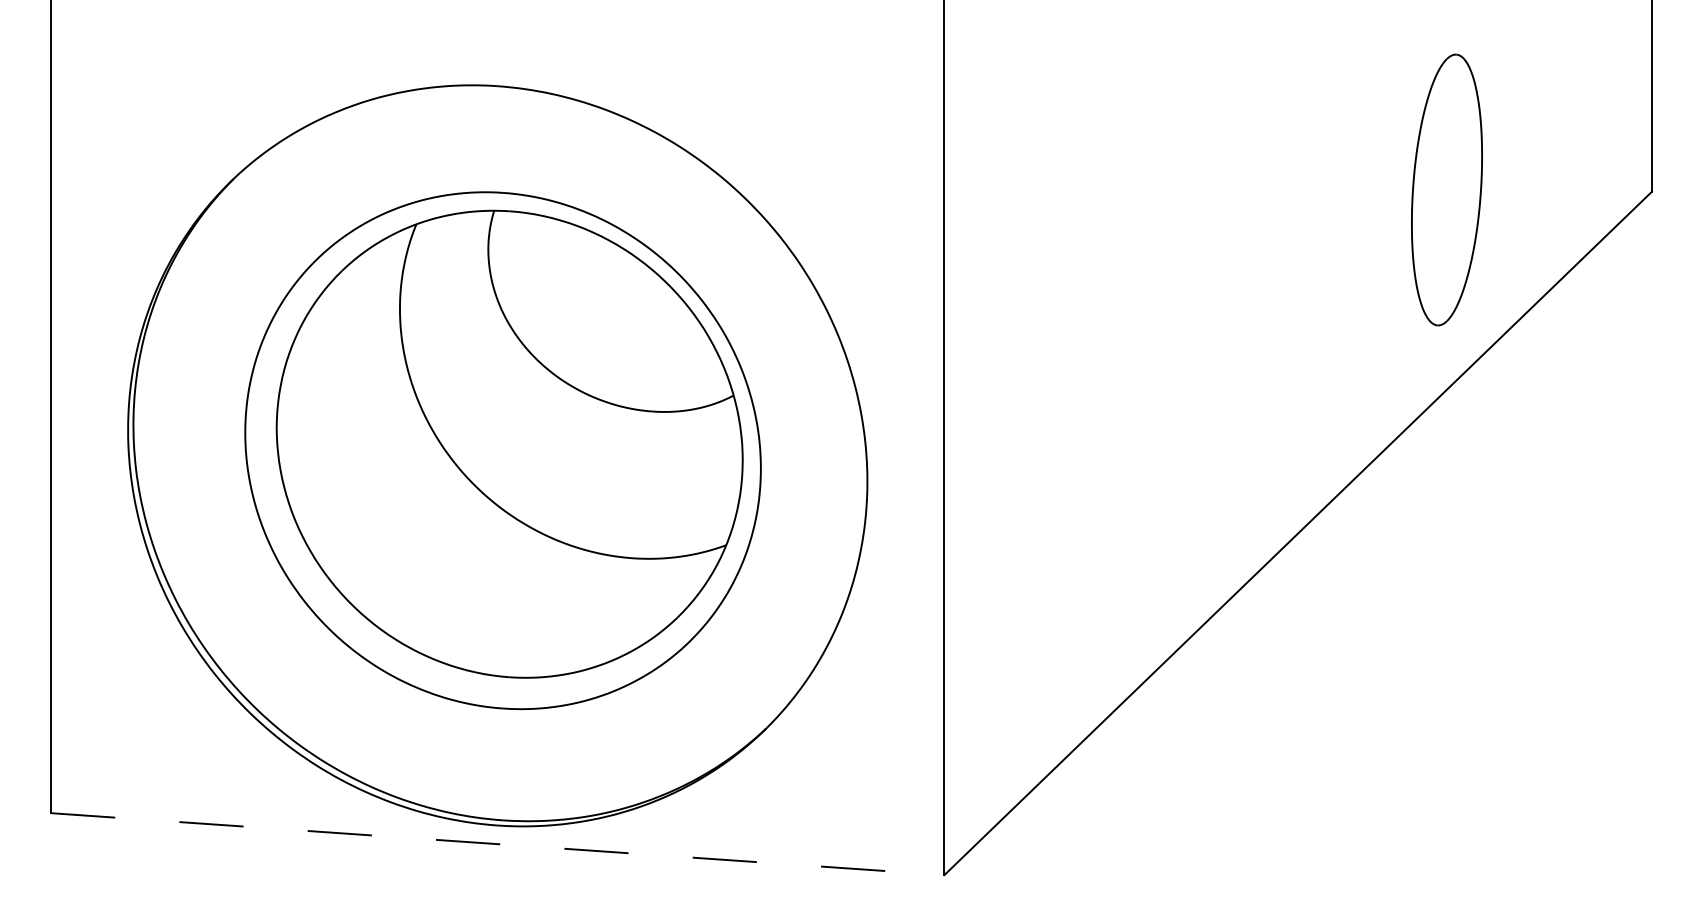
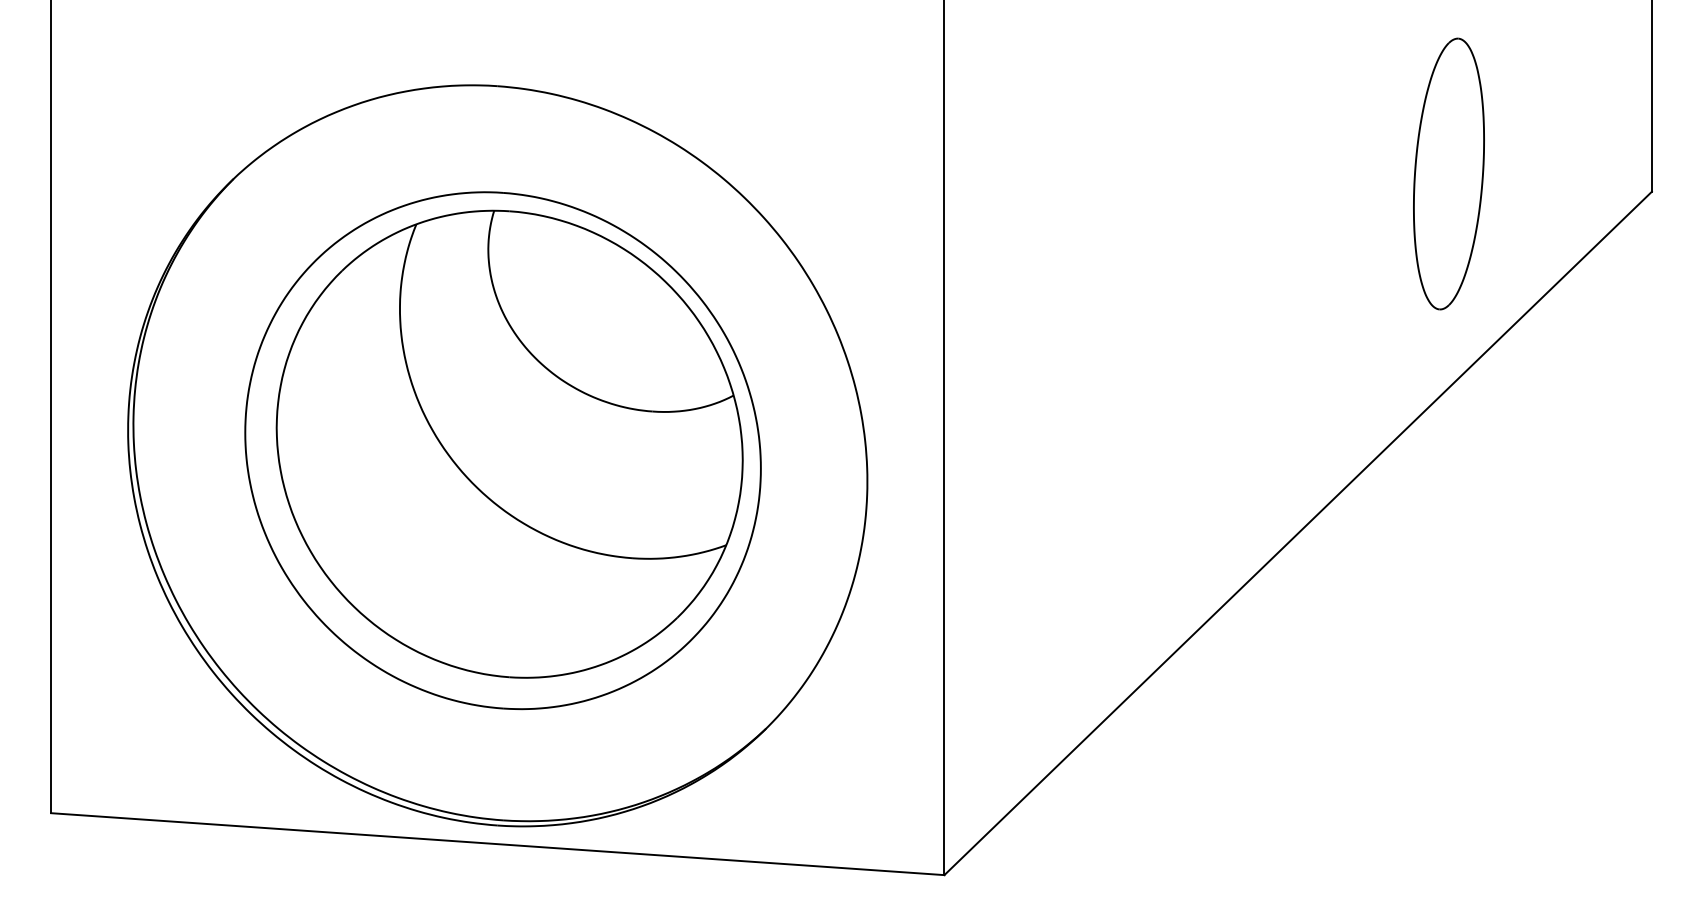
part at (1446, 189) position: (1446, 189) -> (1448, 173)
line at (497, 844): dashed -> solid
